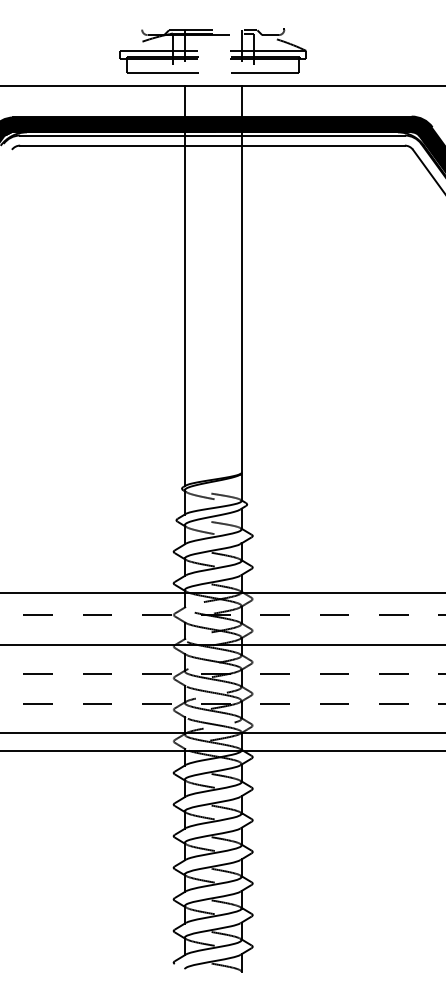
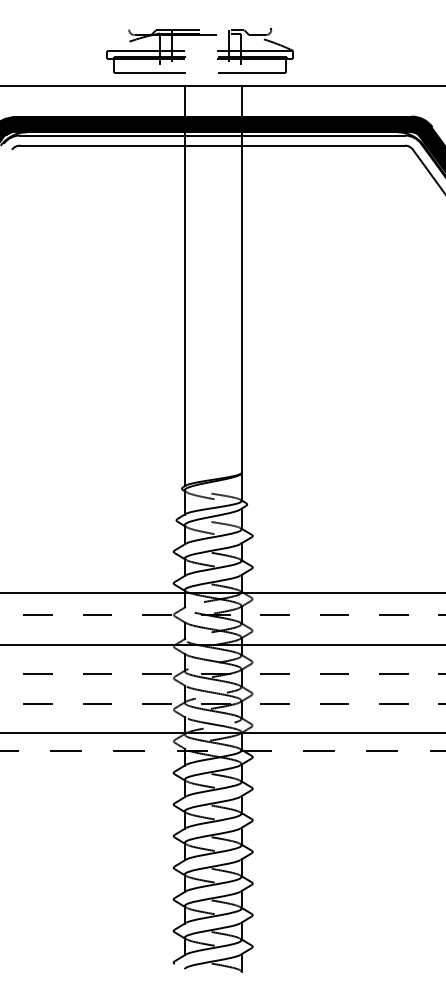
part at (212, 35) position: (212, 35) -> (199, 35)
line at (222, 750): solid -> dashed
